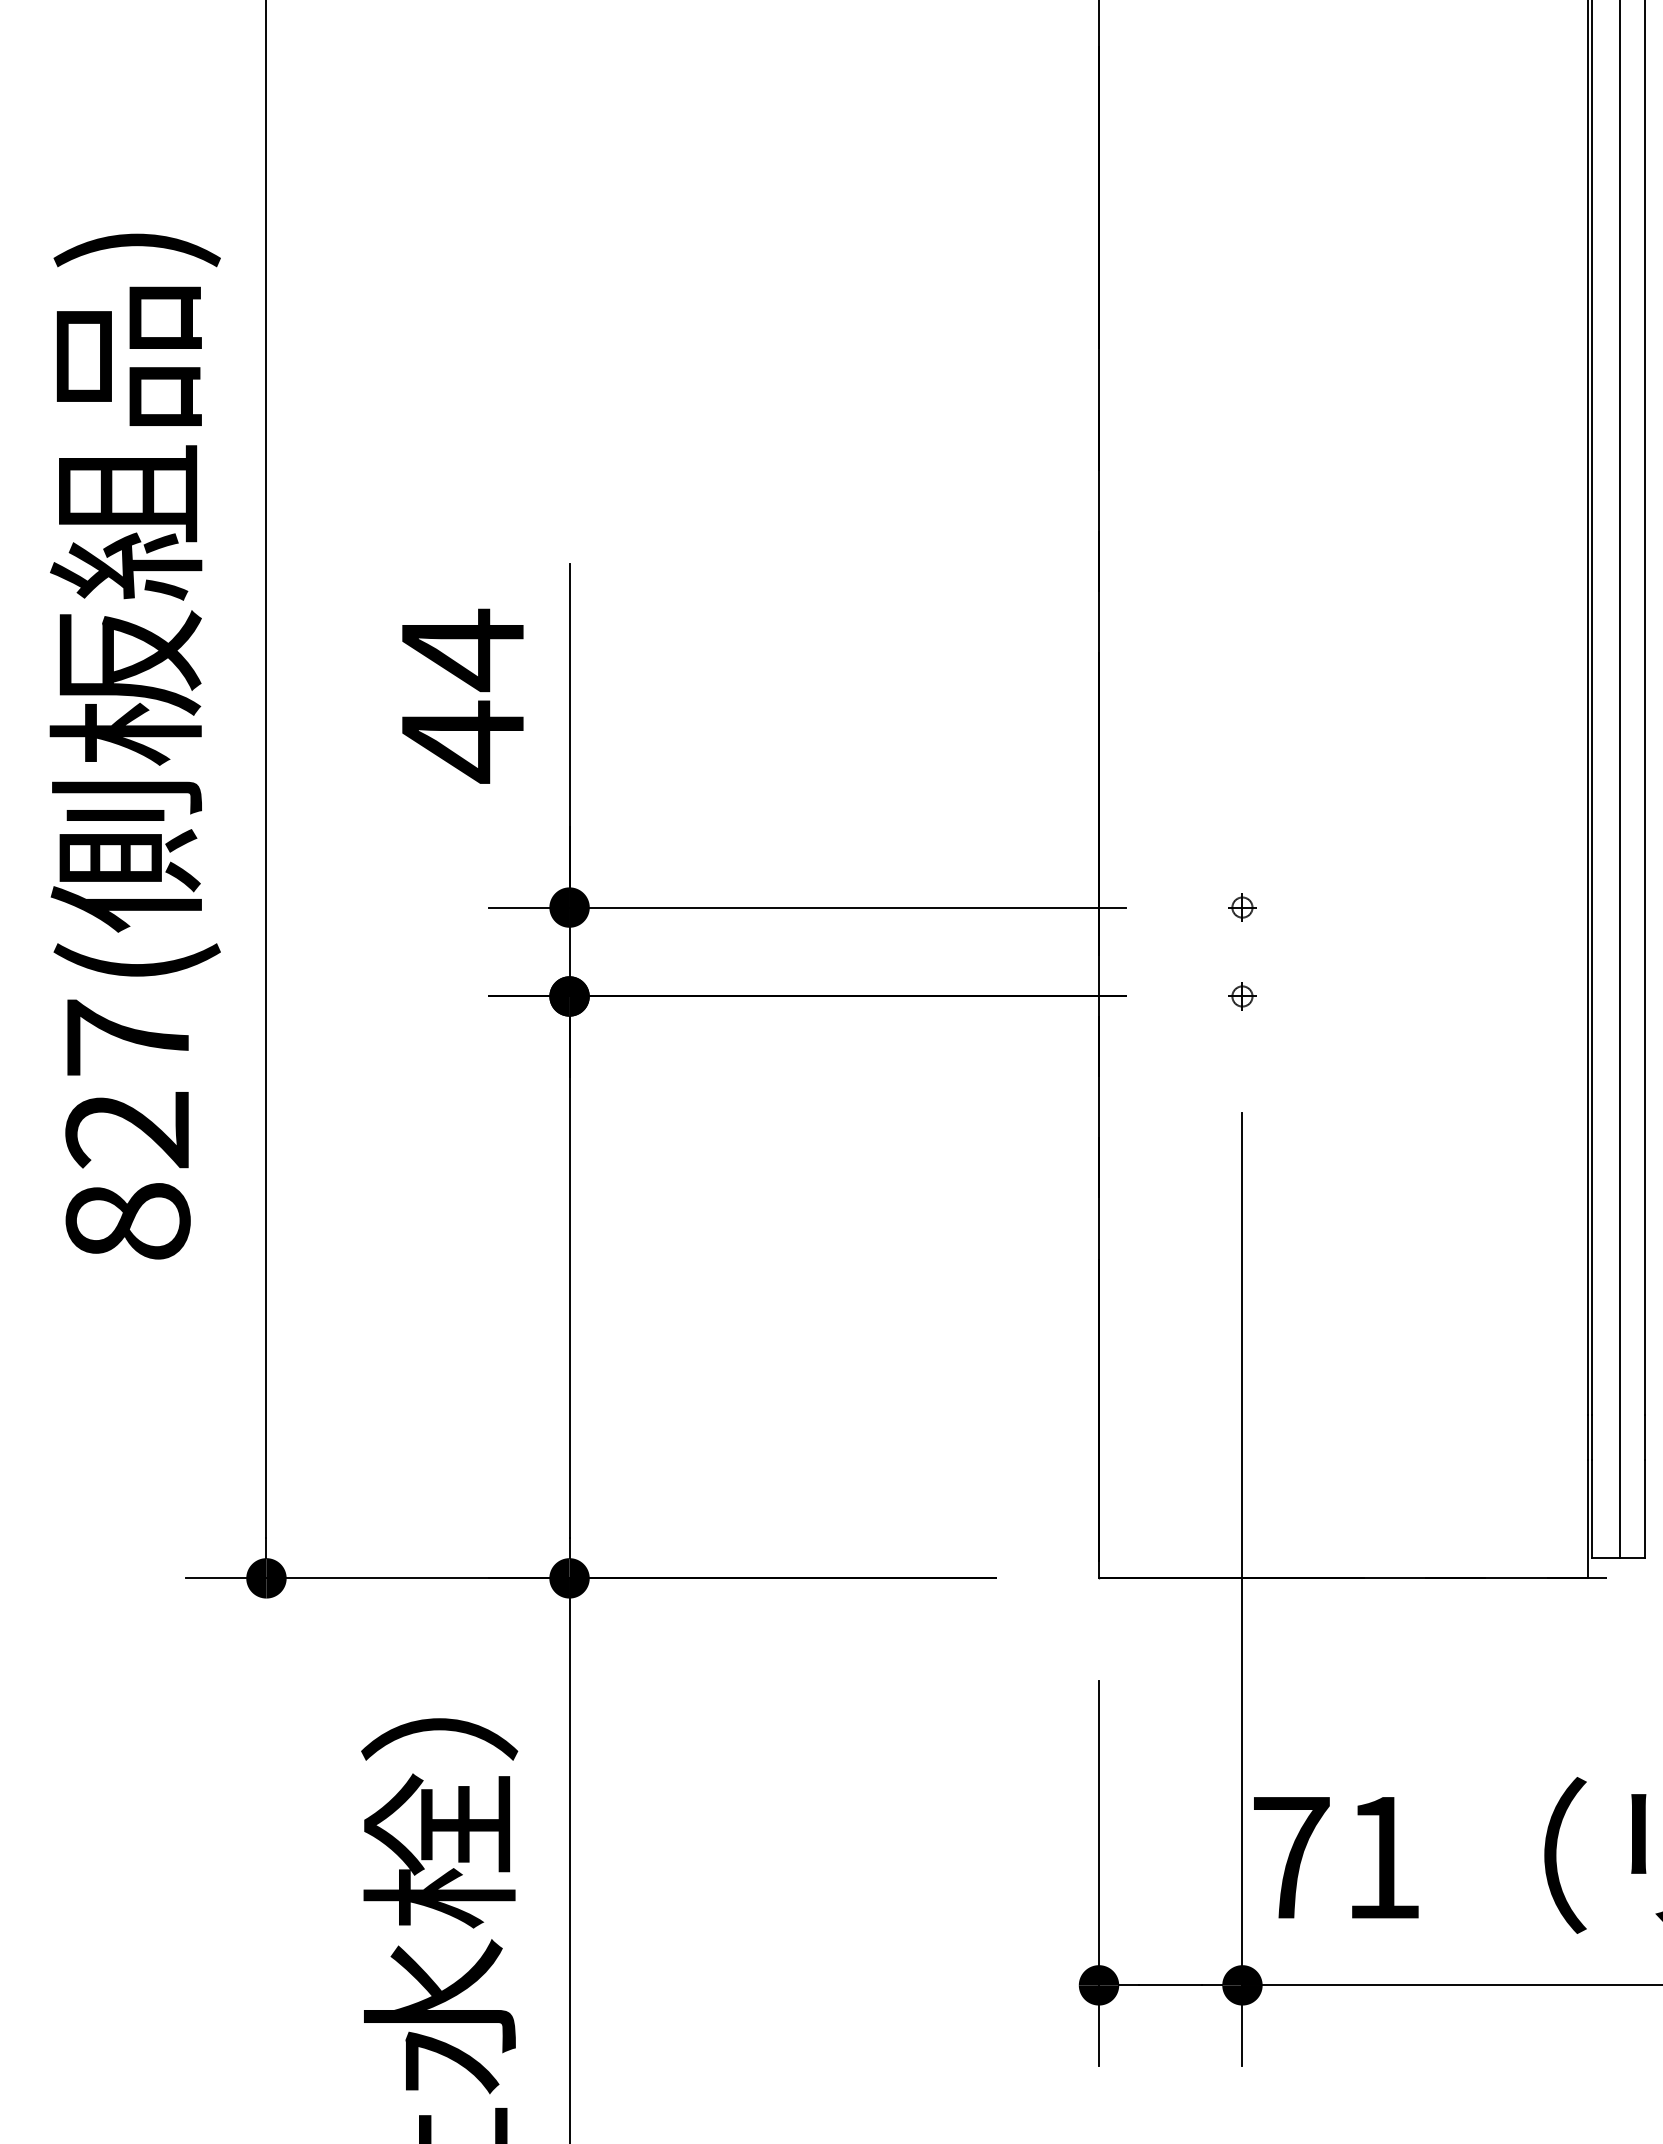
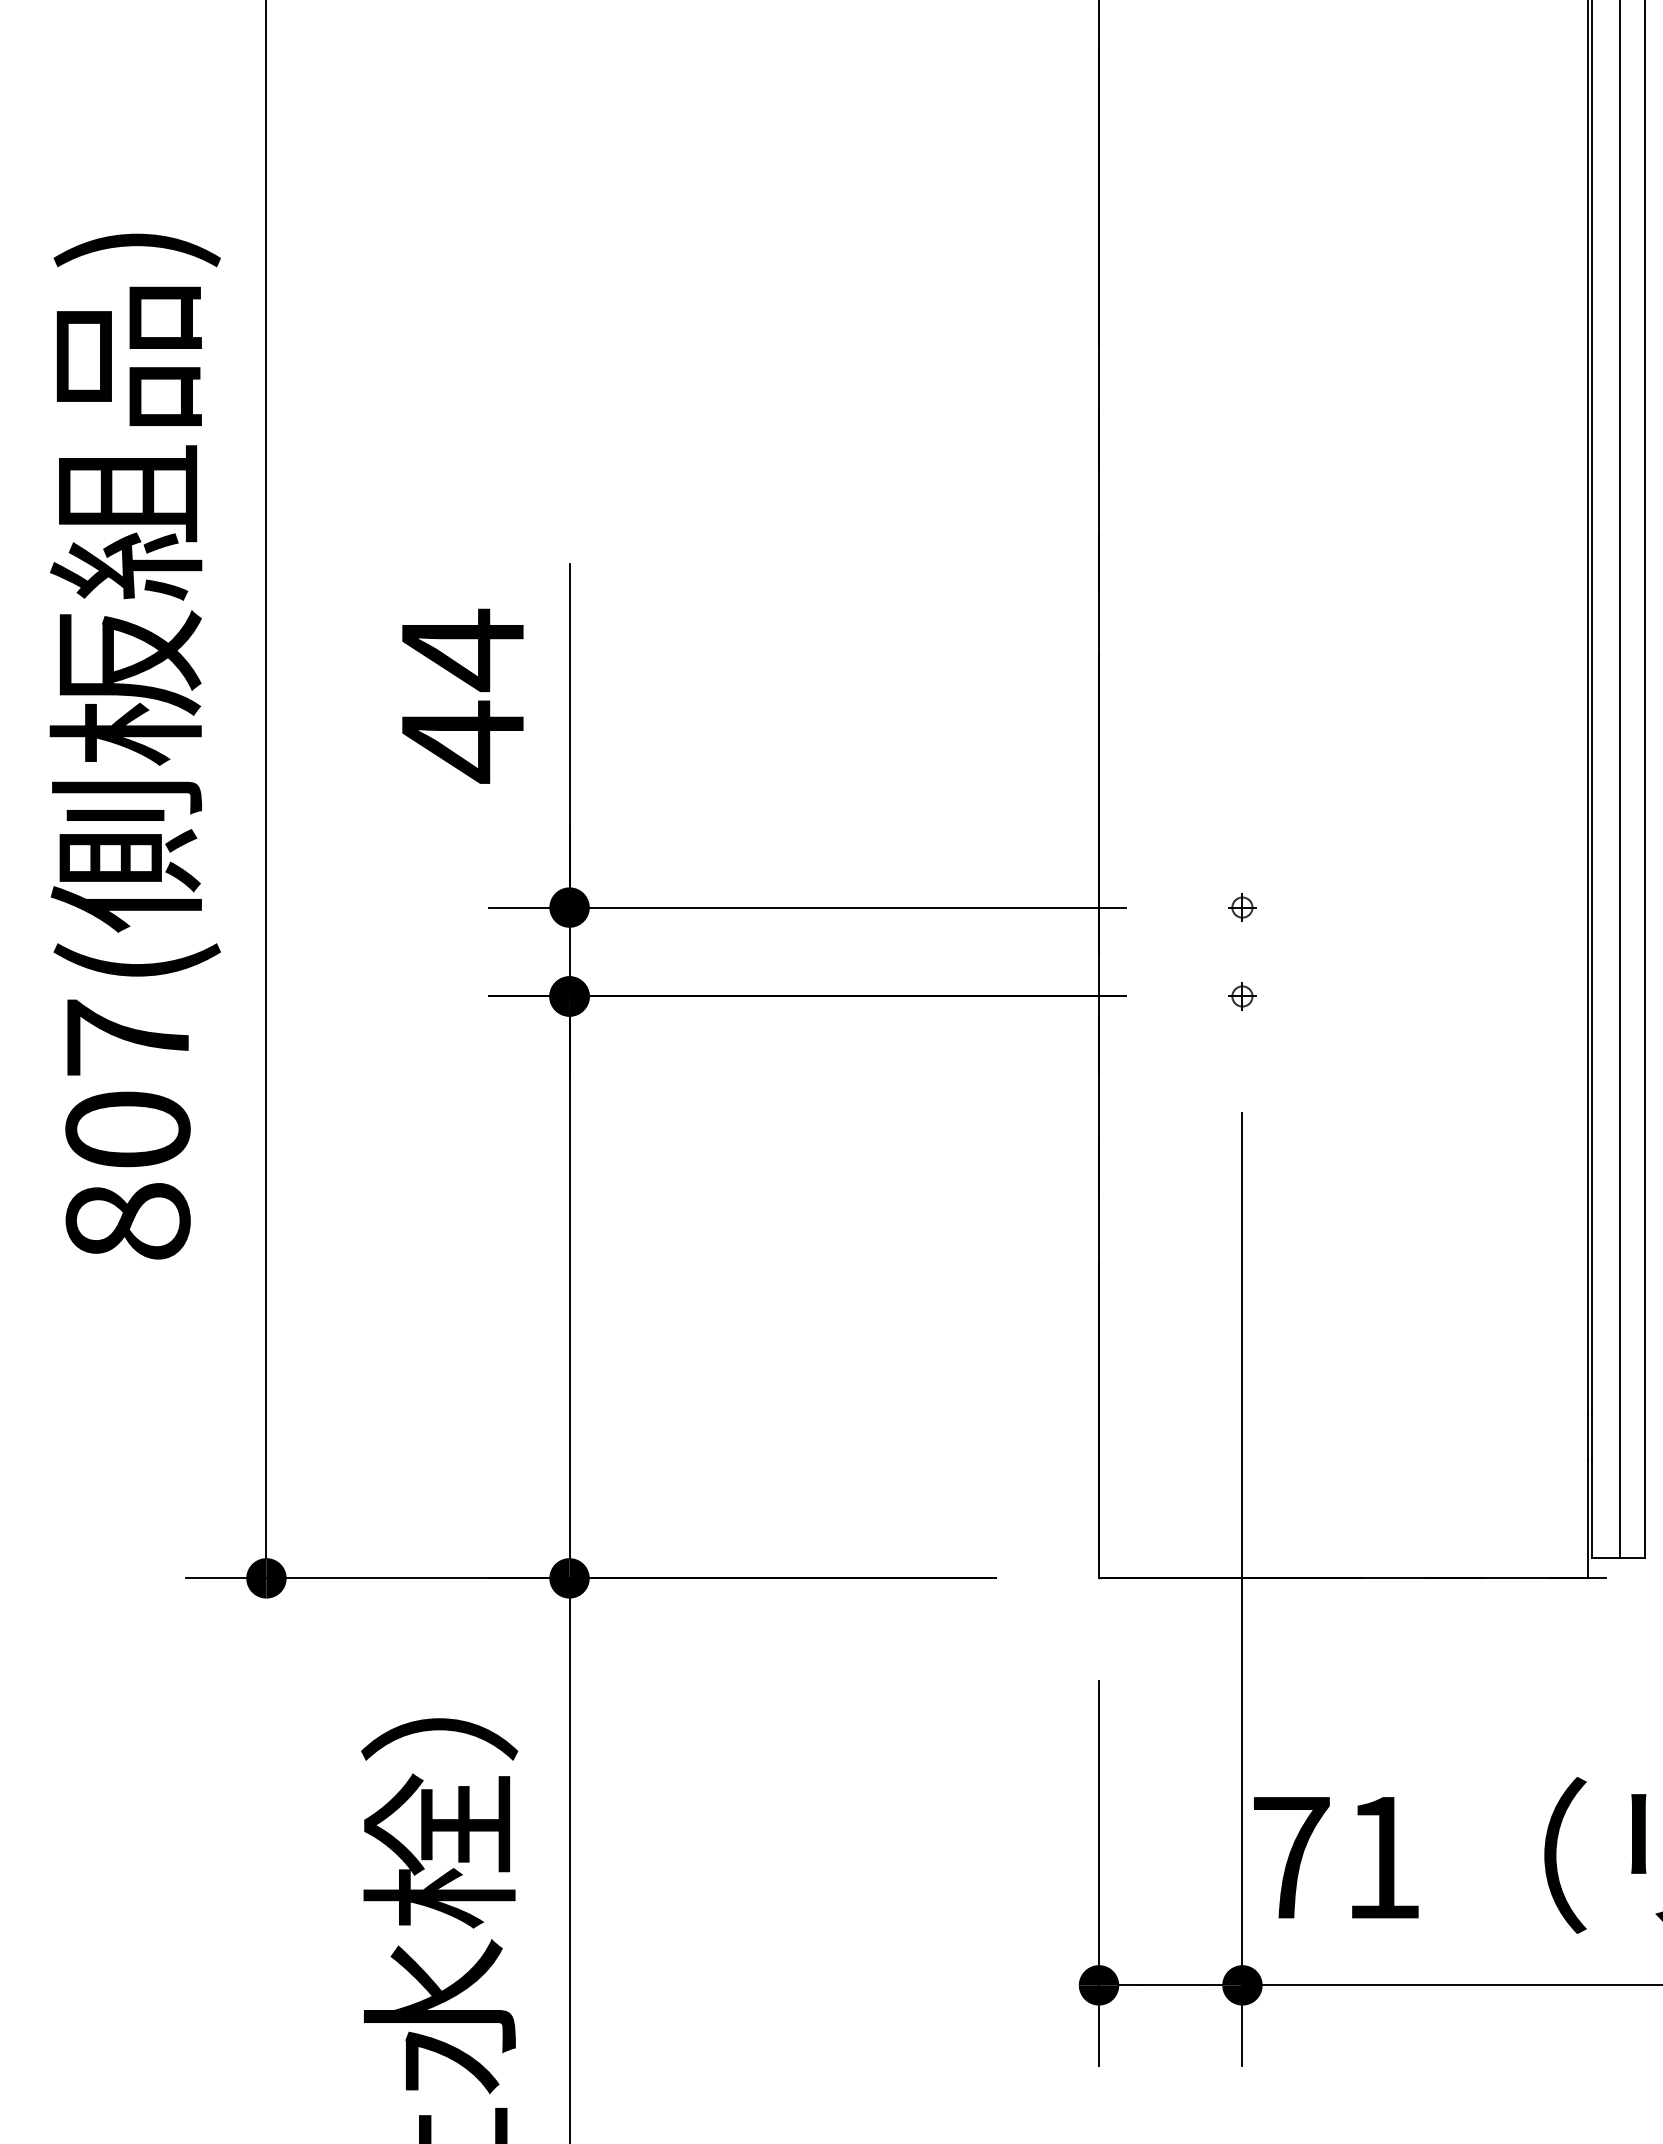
text at (127, 1129): 827( -> 807(
